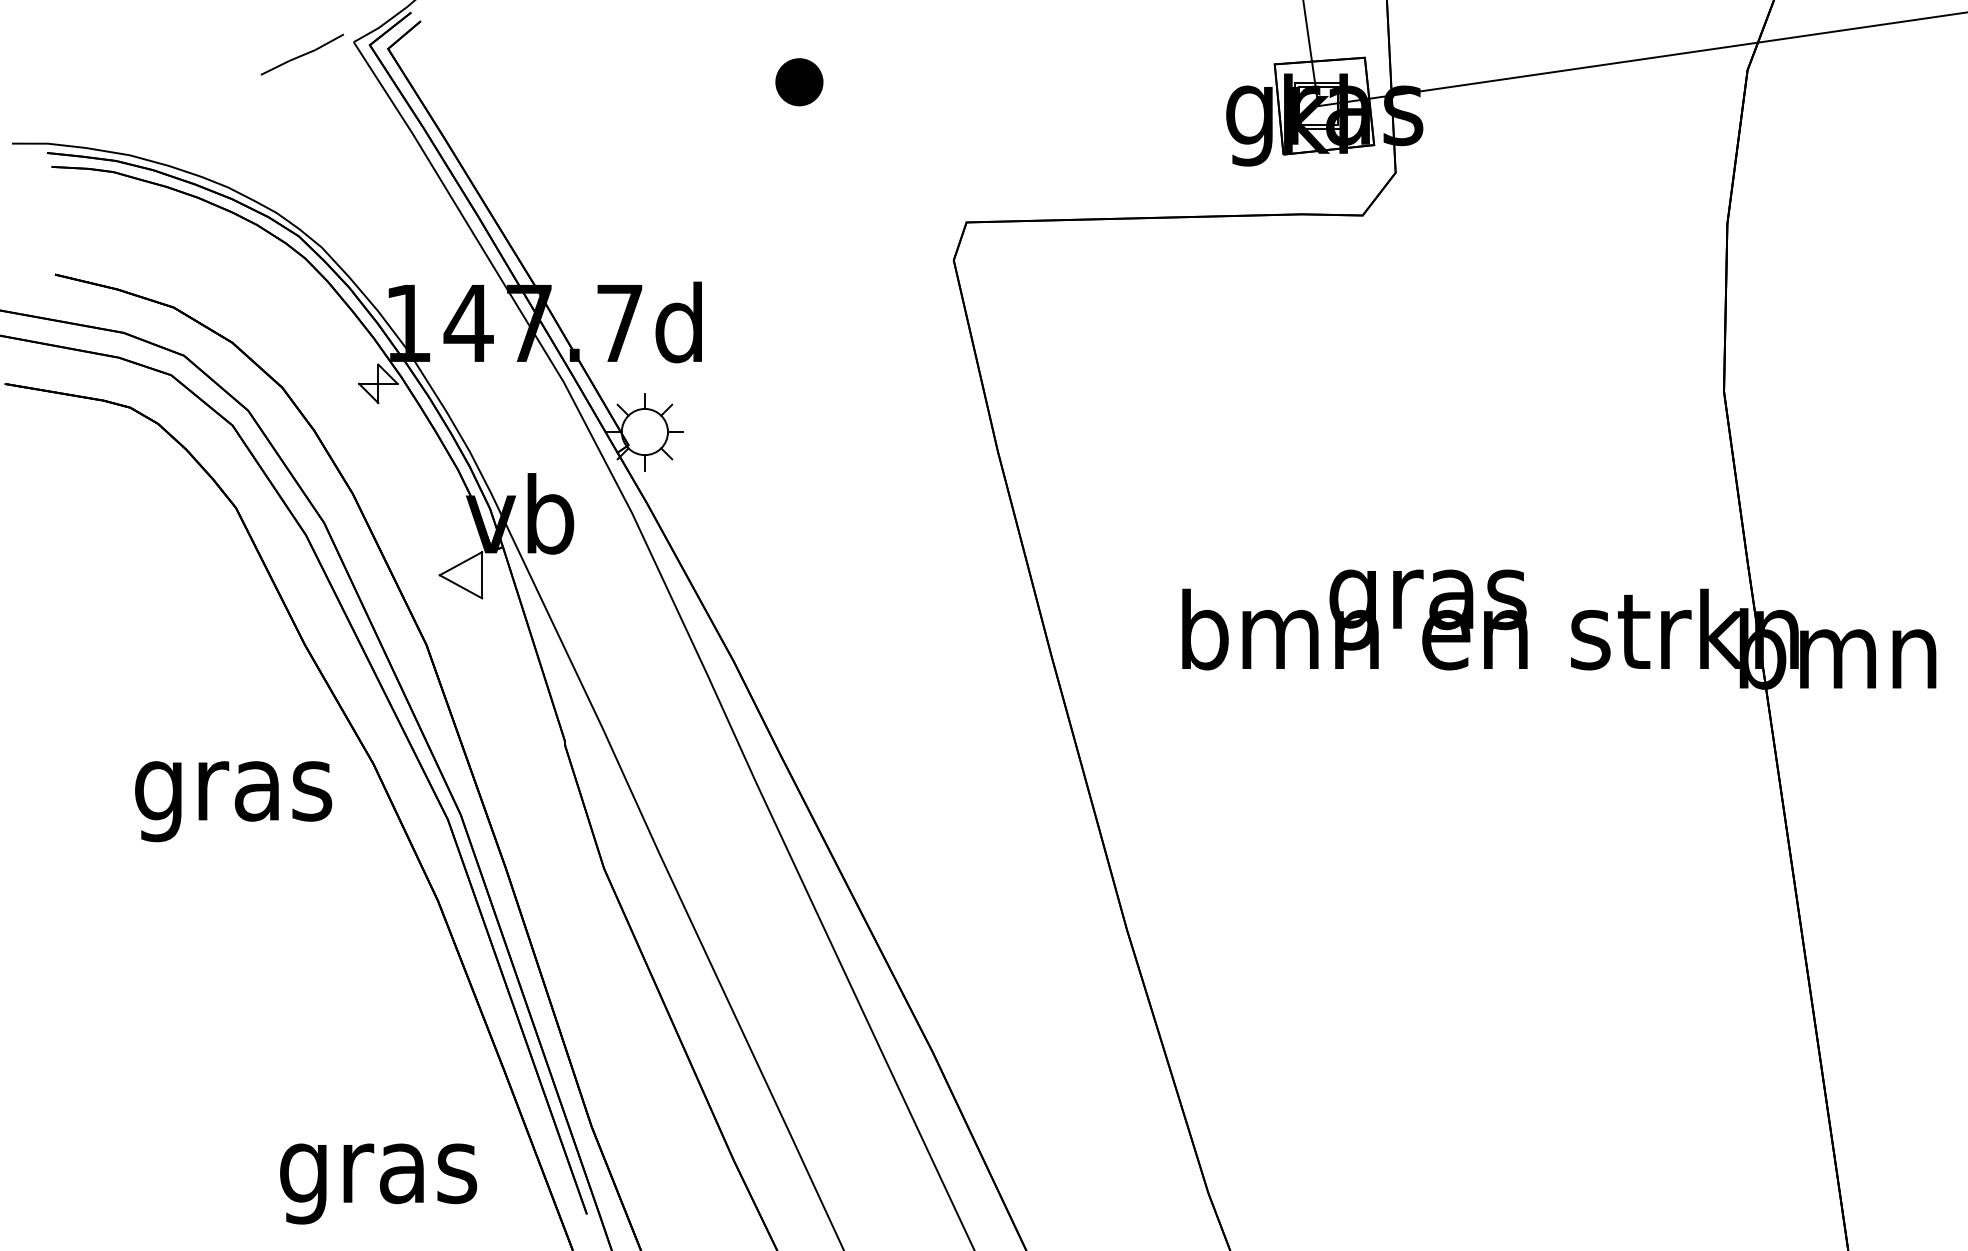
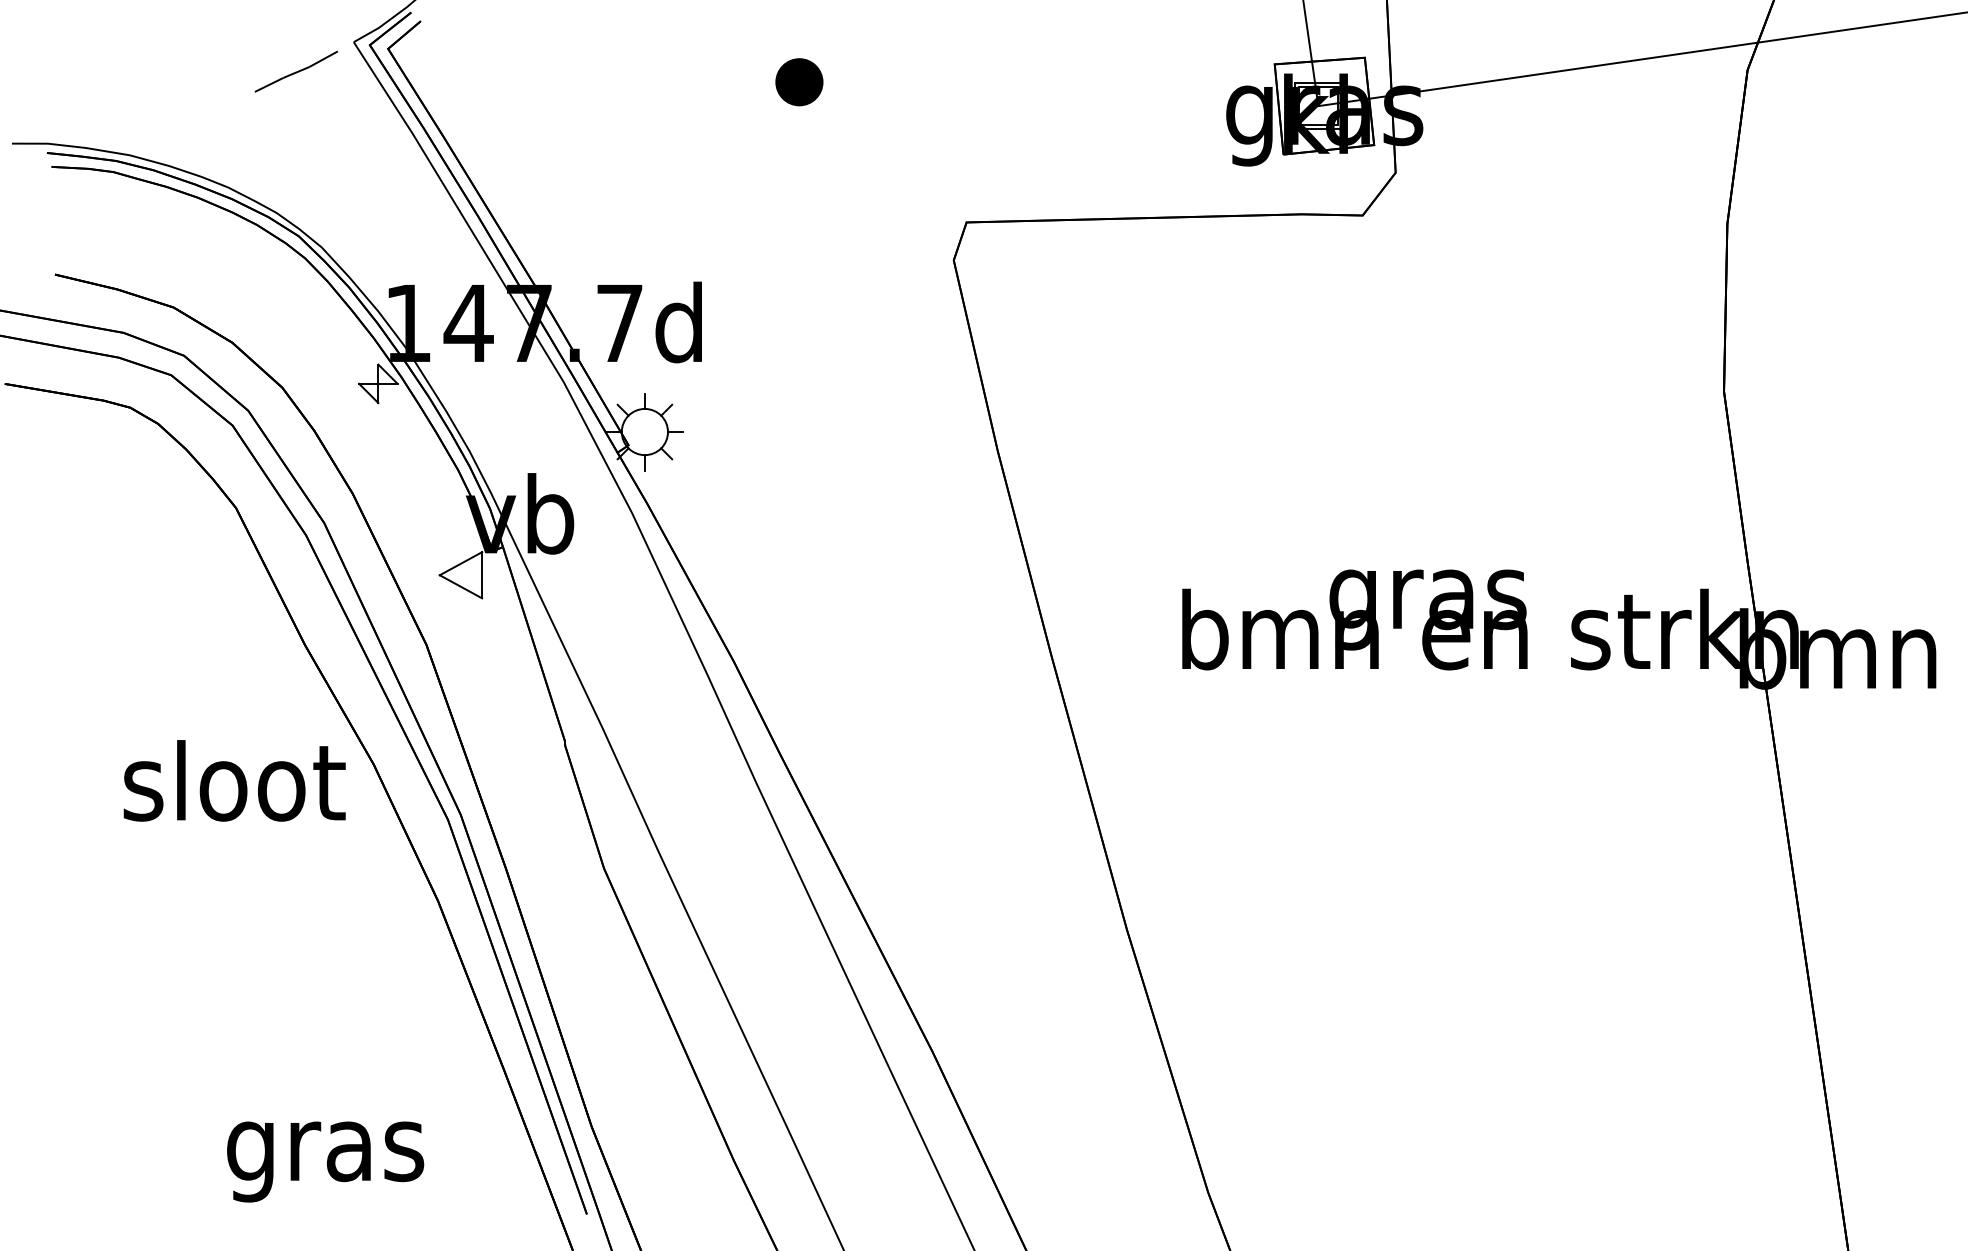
curve at (301, 54) position: (301, 54) -> (295, 71)
text at (234, 791): gras -> sloot
text at (378, 1183) position: (378, 1183) -> (325, 1161)
